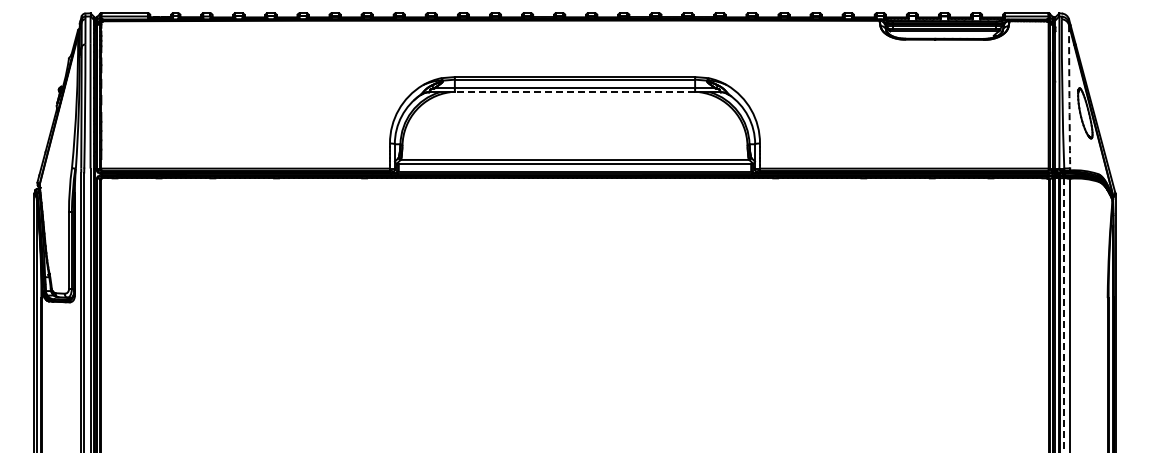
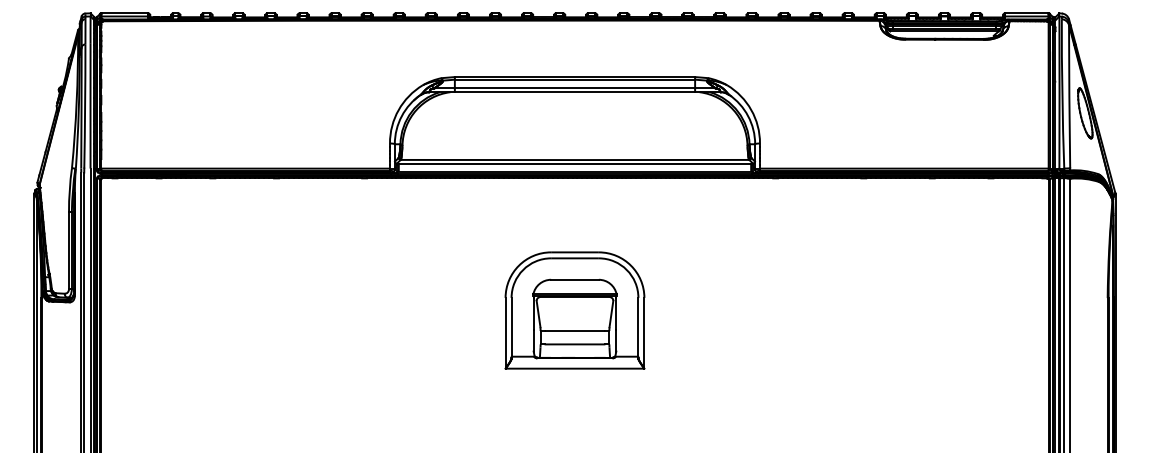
line at (574, 92): dashed -> solid
arc at (1069, 96): dashed -> solid
part at (574, 310): none -> present
line at (1064, 316): dashed -> solid
